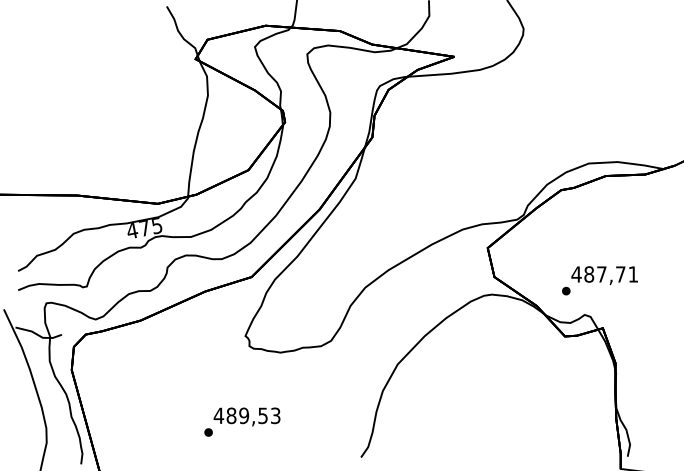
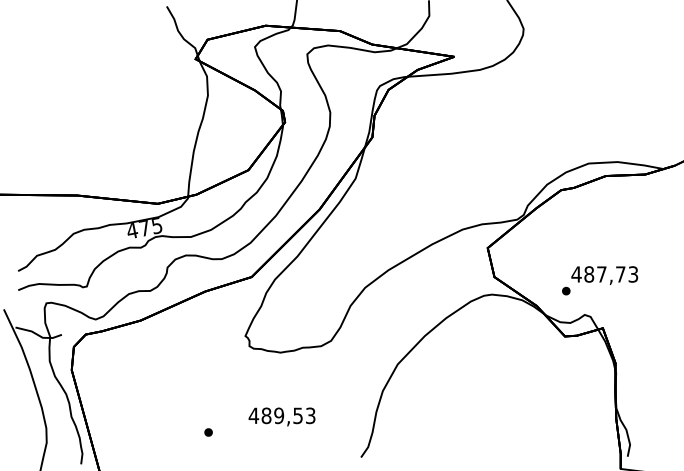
text at (633, 274): 487,71 -> 487,73
text at (246, 416) position: (246, 416) -> (281, 416)
